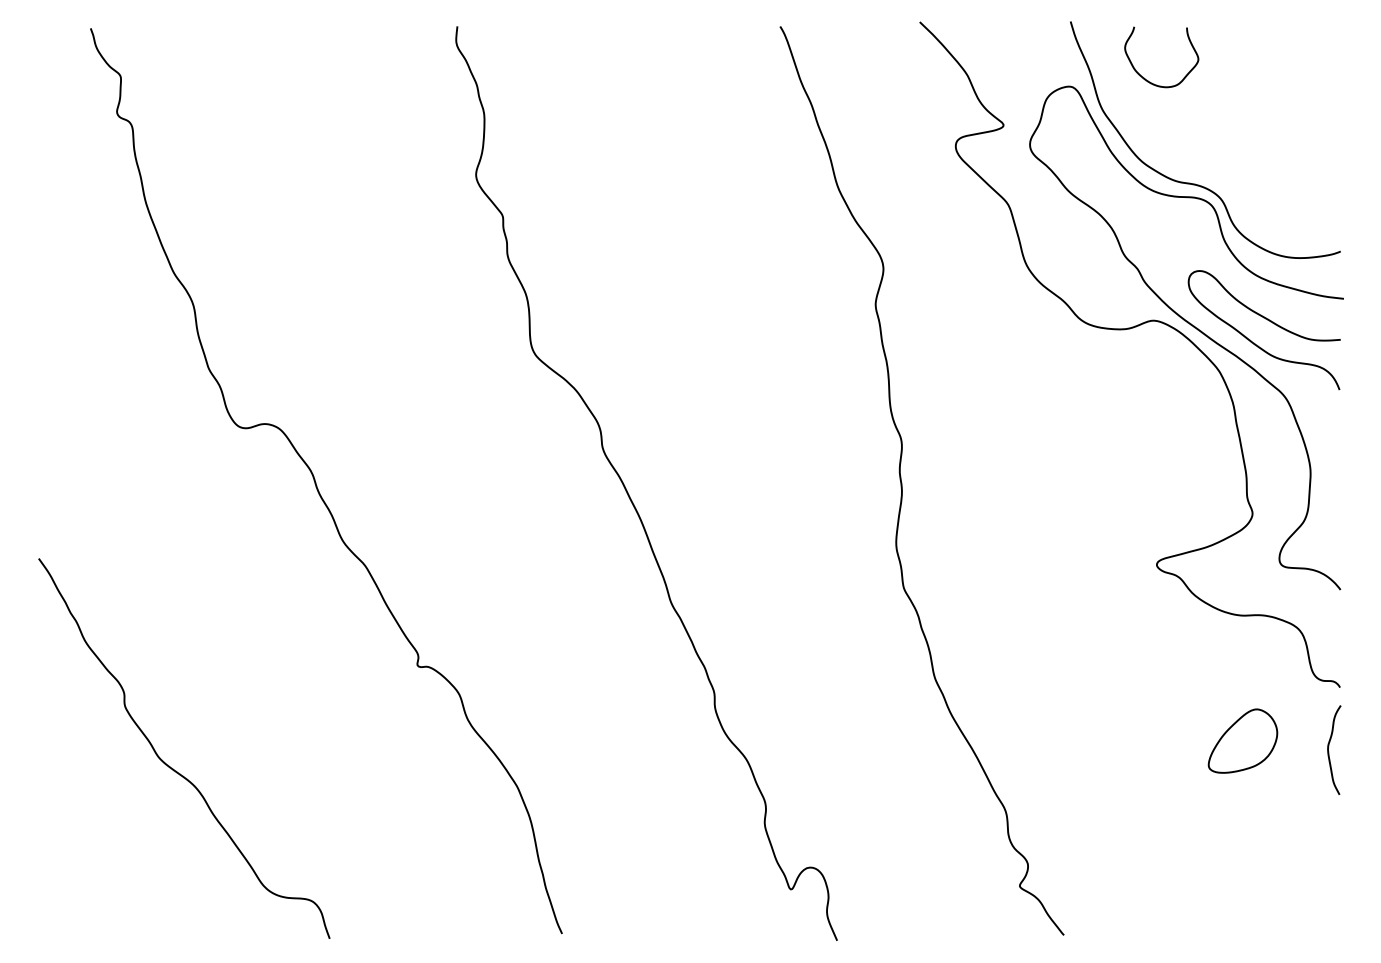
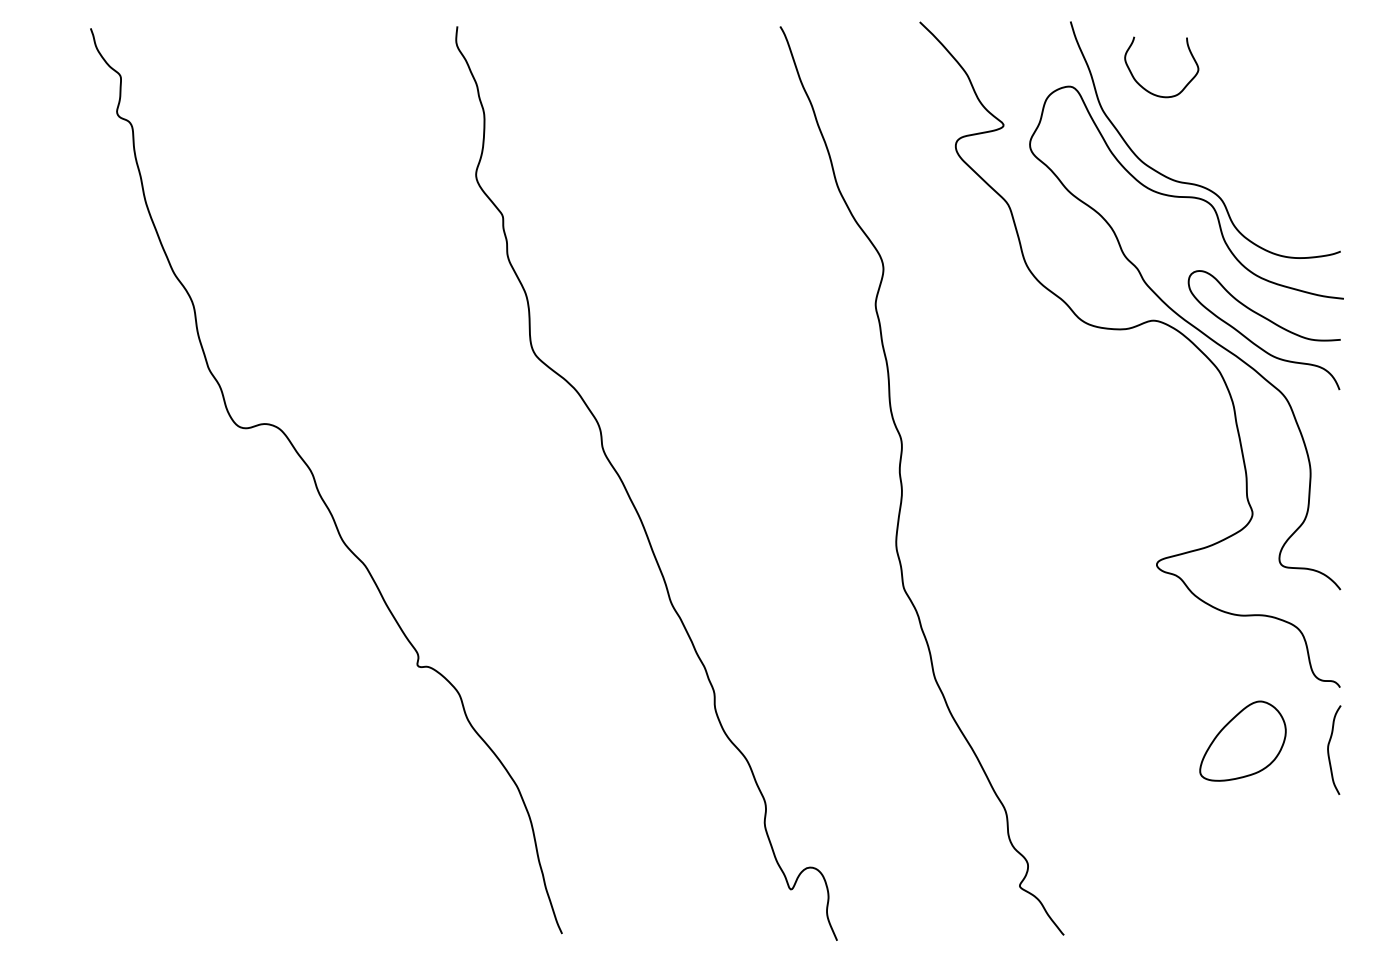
curve at (1144, 77) position: (1144, 77) -> (1144, 87)
part at (1242, 740) size: 72x66 px -> 88x82 px
curve at (169, 765): present -> none
